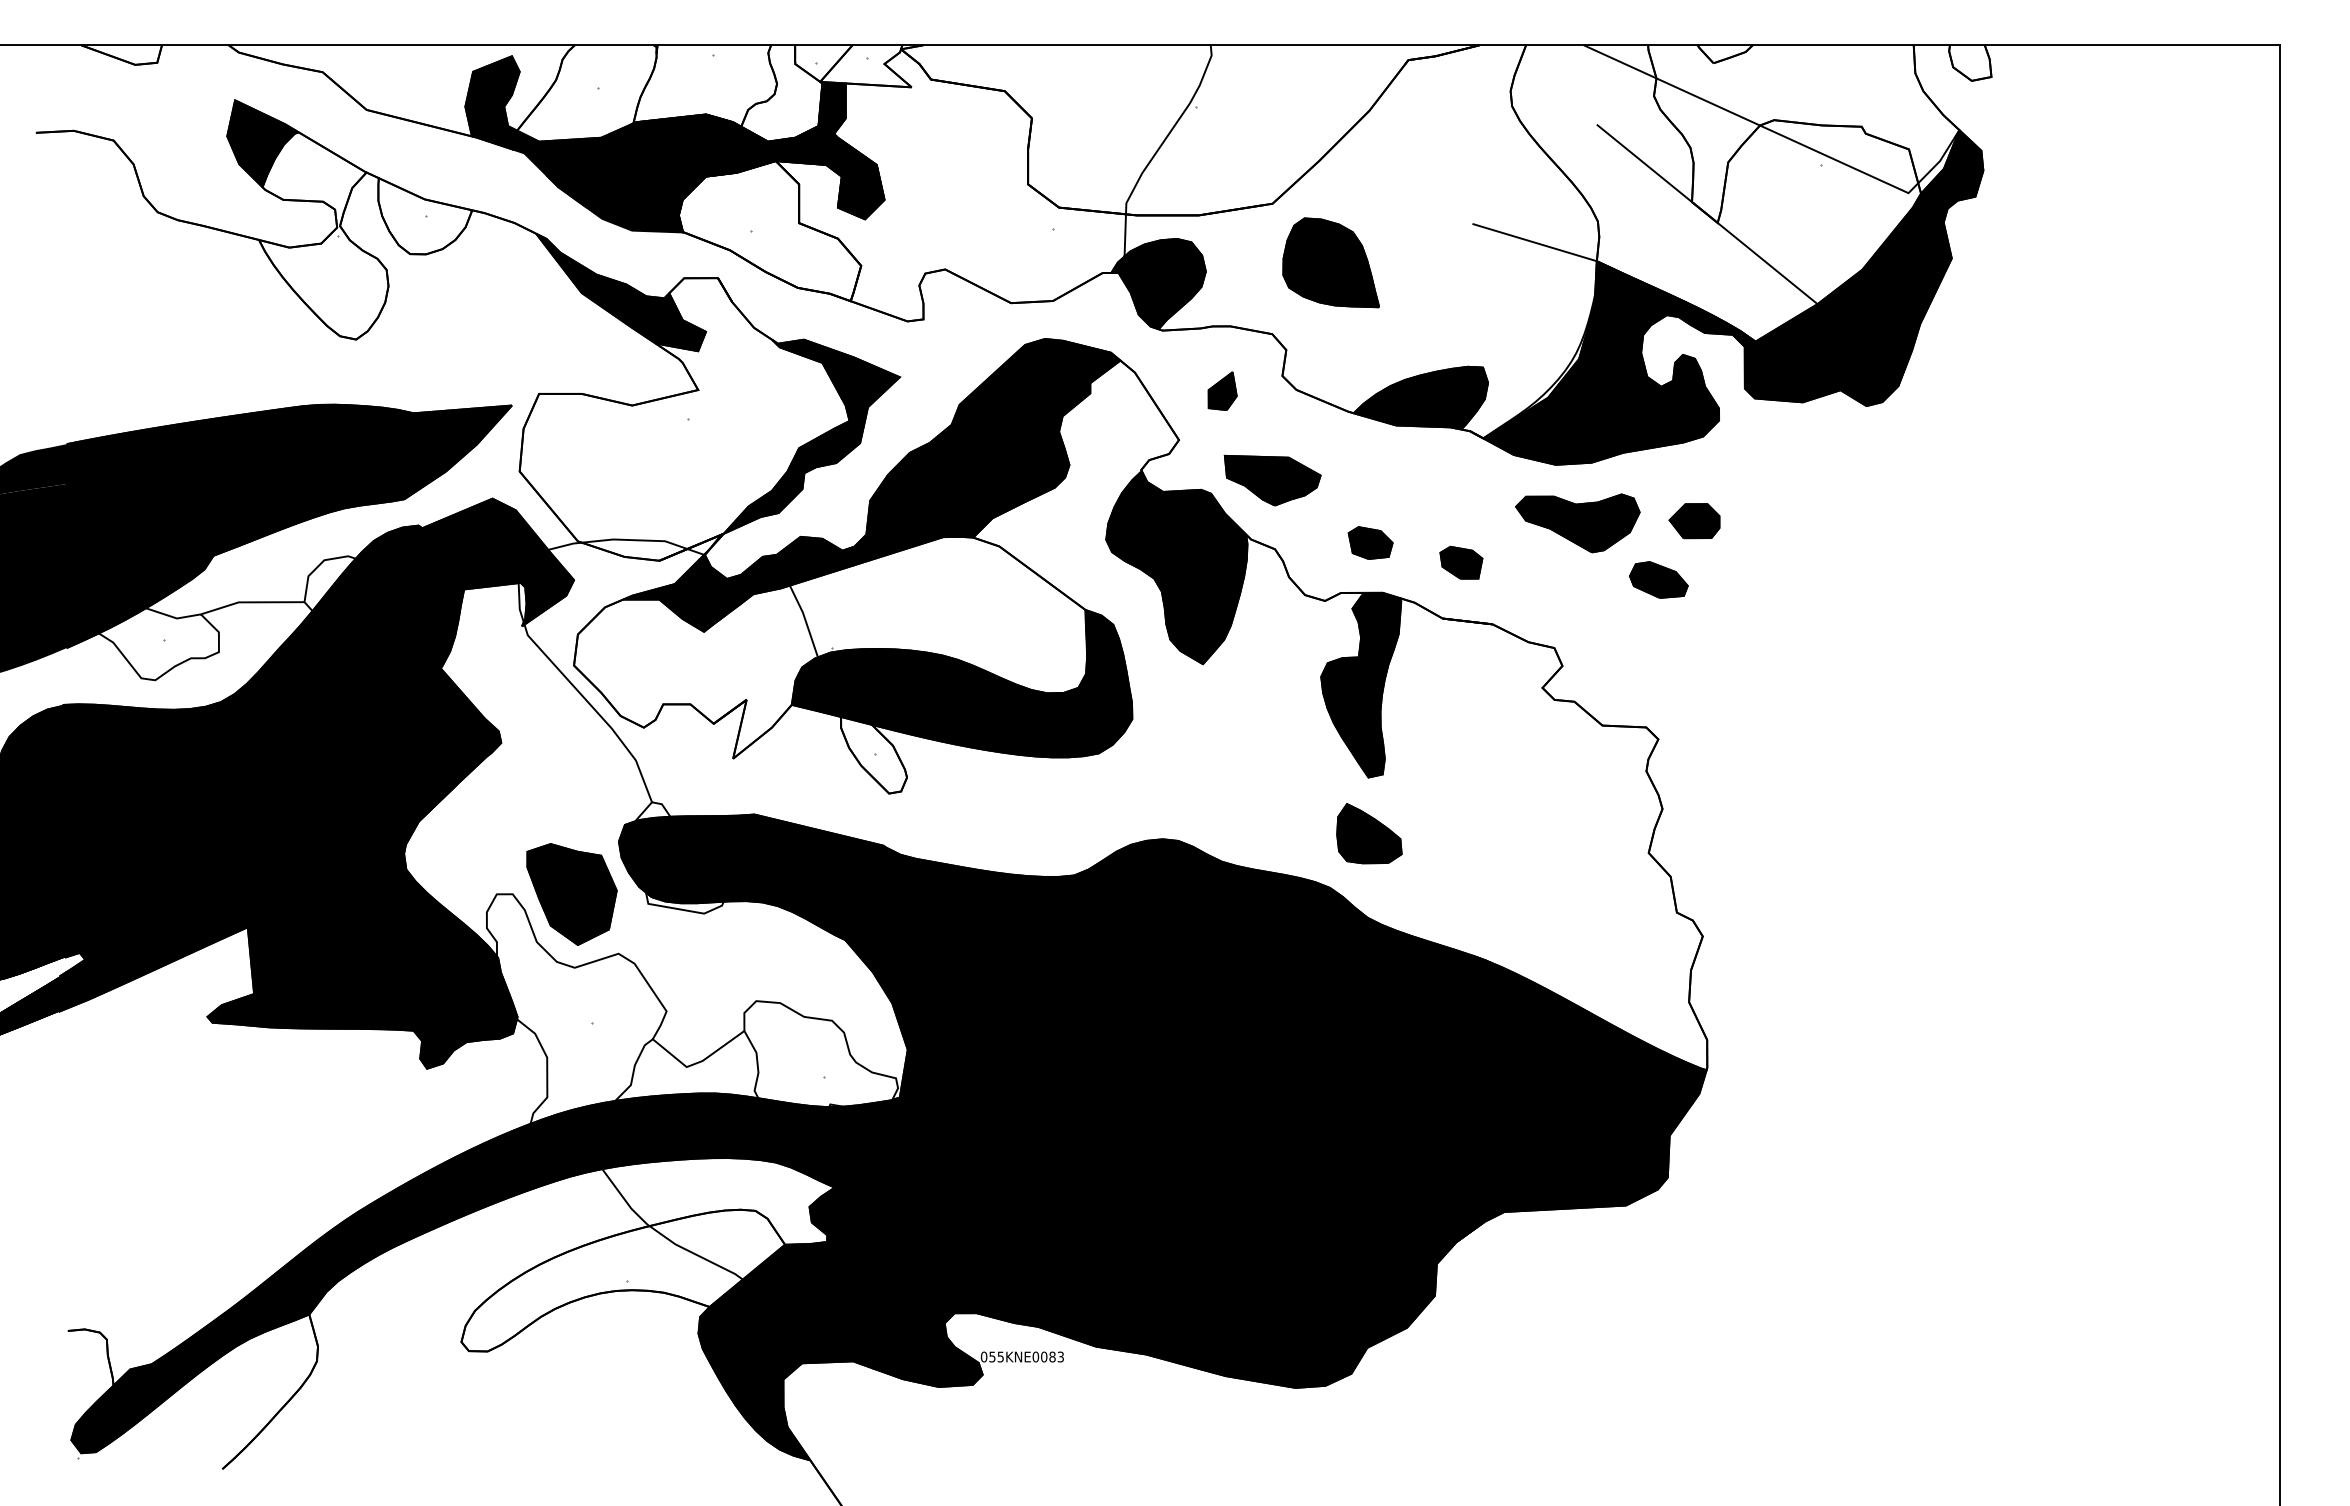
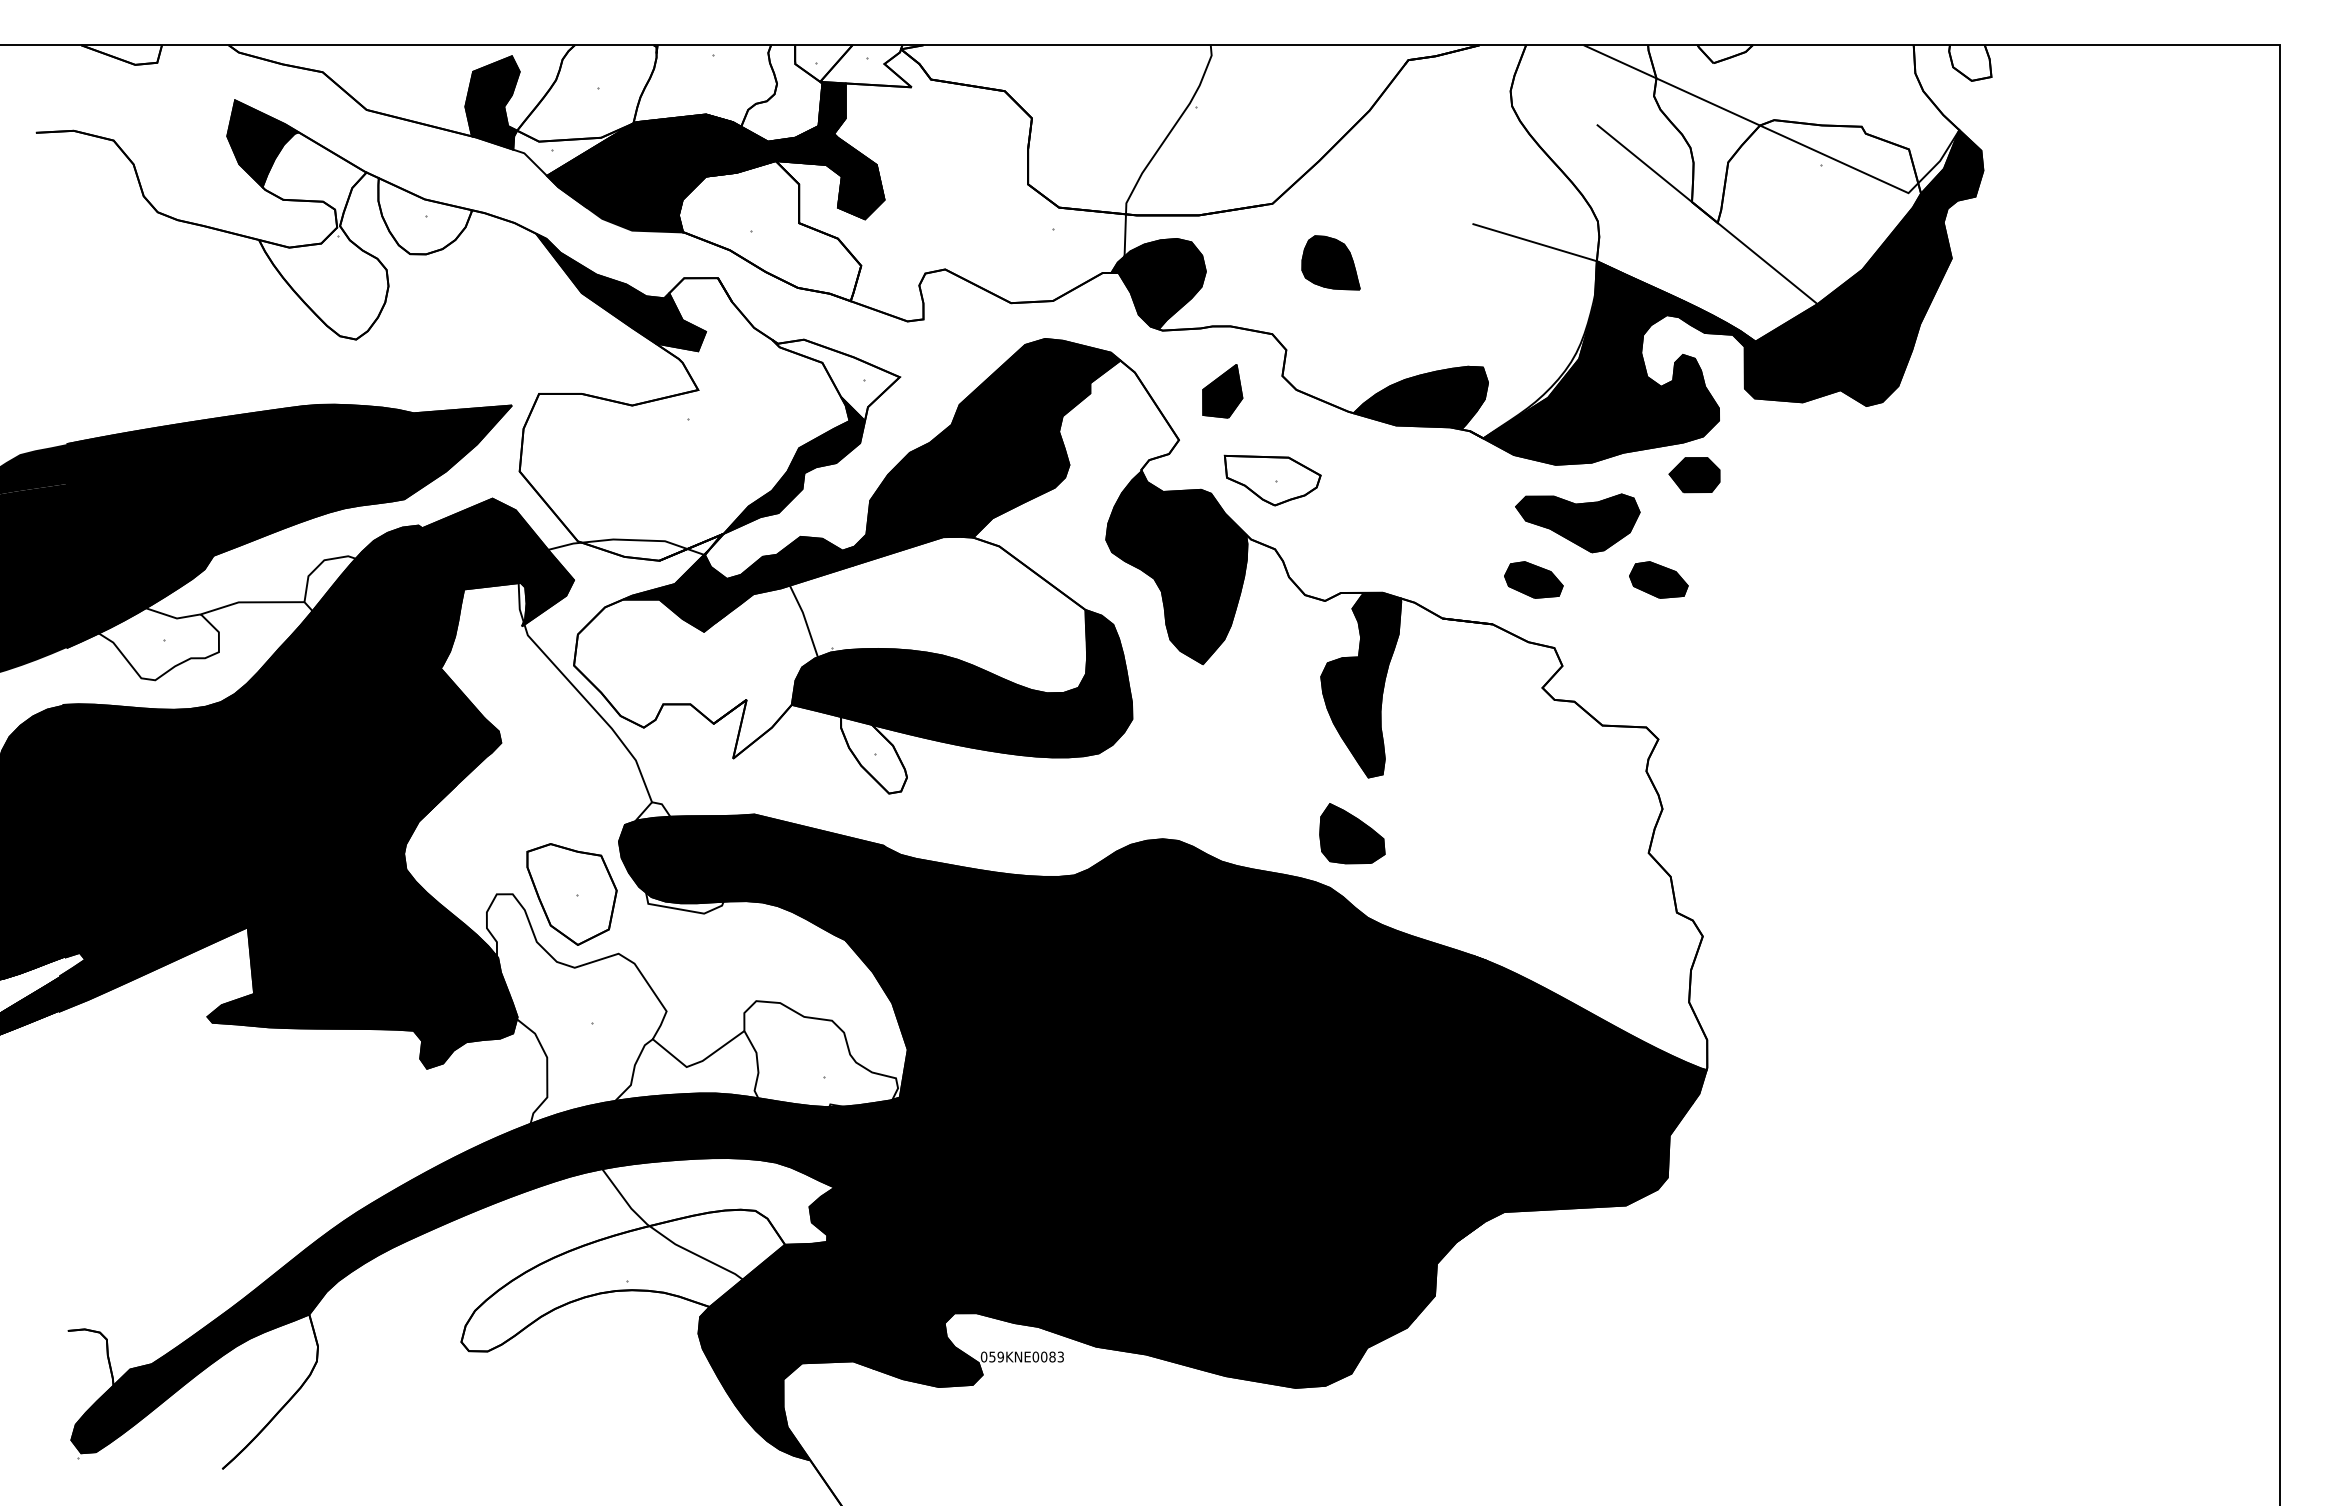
fill at (573, 149): present -> none
part at (1330, 262) size: 98x92 px -> 60x56 px
fill at (835, 379): present -> none
part at (1222, 390) size: 31x40 px -> 42x55 px
fill at (1272, 480): present -> none
part at (1694, 521) position: (1694, 521) -> (1694, 475)
part at (1370, 542): present -> none
part at (1461, 562): present -> none
part at (1533, 579): none -> present
part at (1369, 833) position: (1369, 833) -> (1352, 833)
fill at (571, 894): present -> none
text at (1000, 1356): 055KNE0083 -> 059KNE0083
